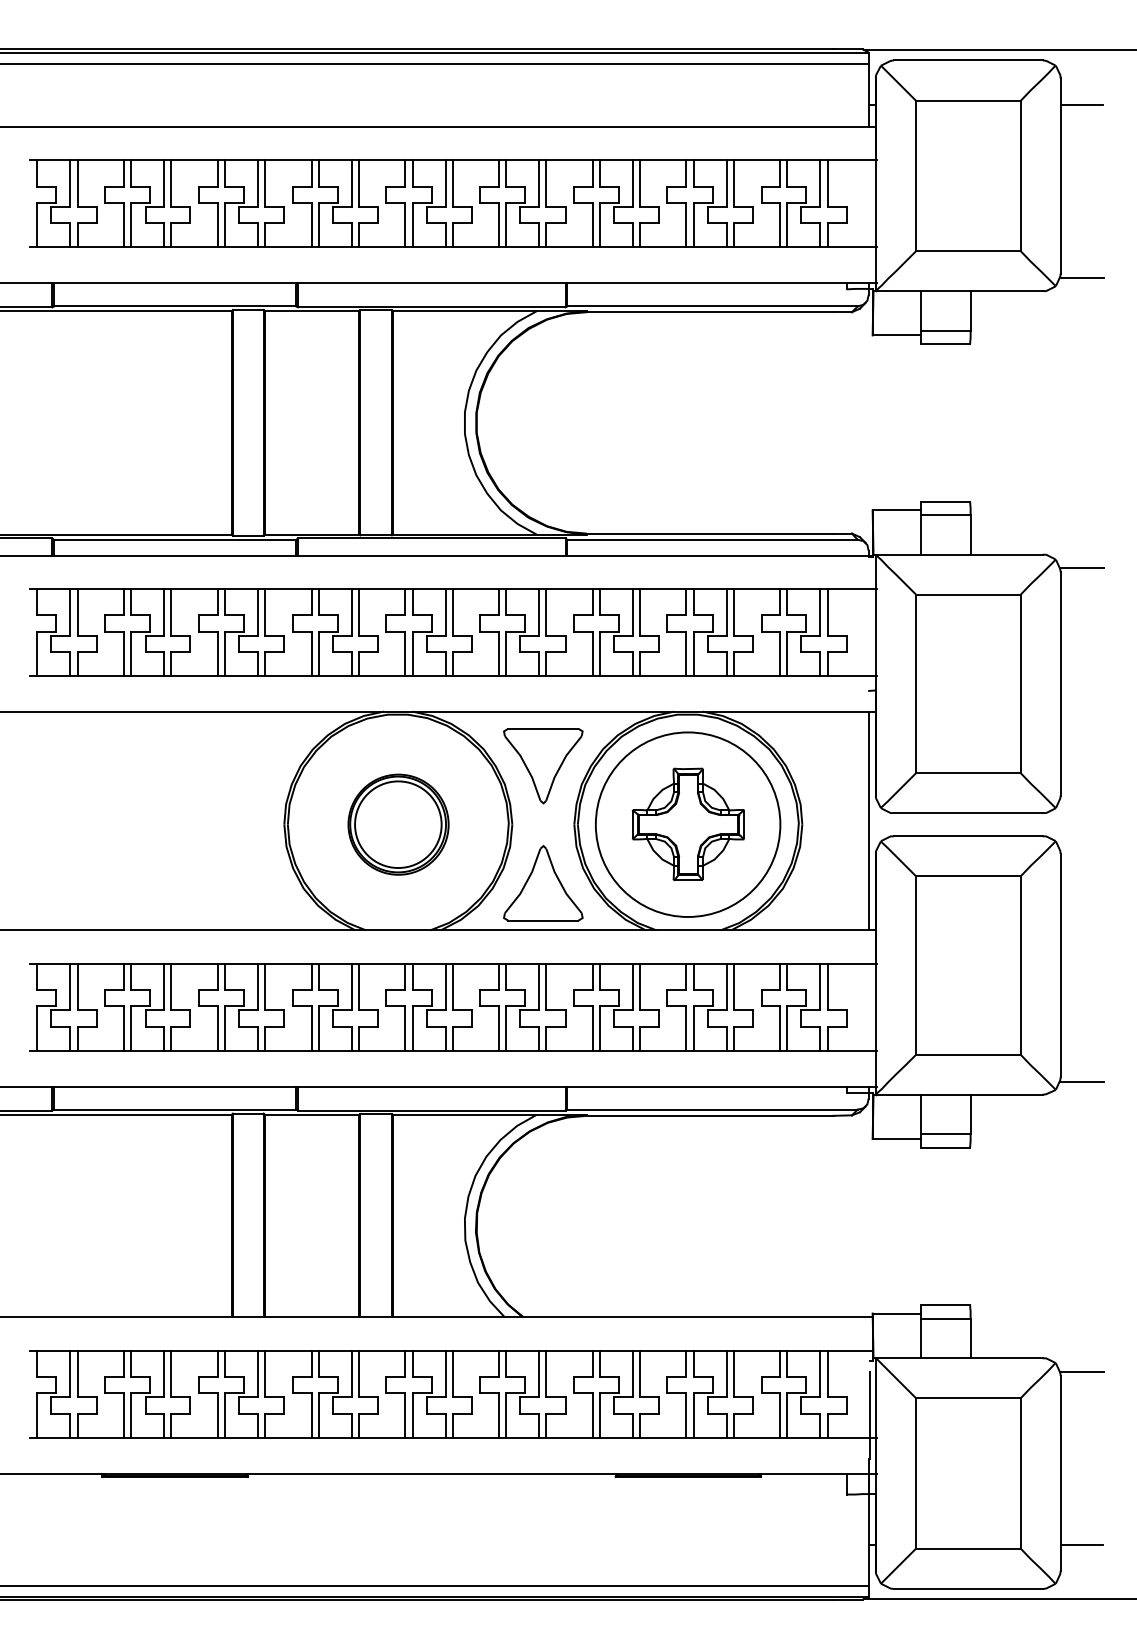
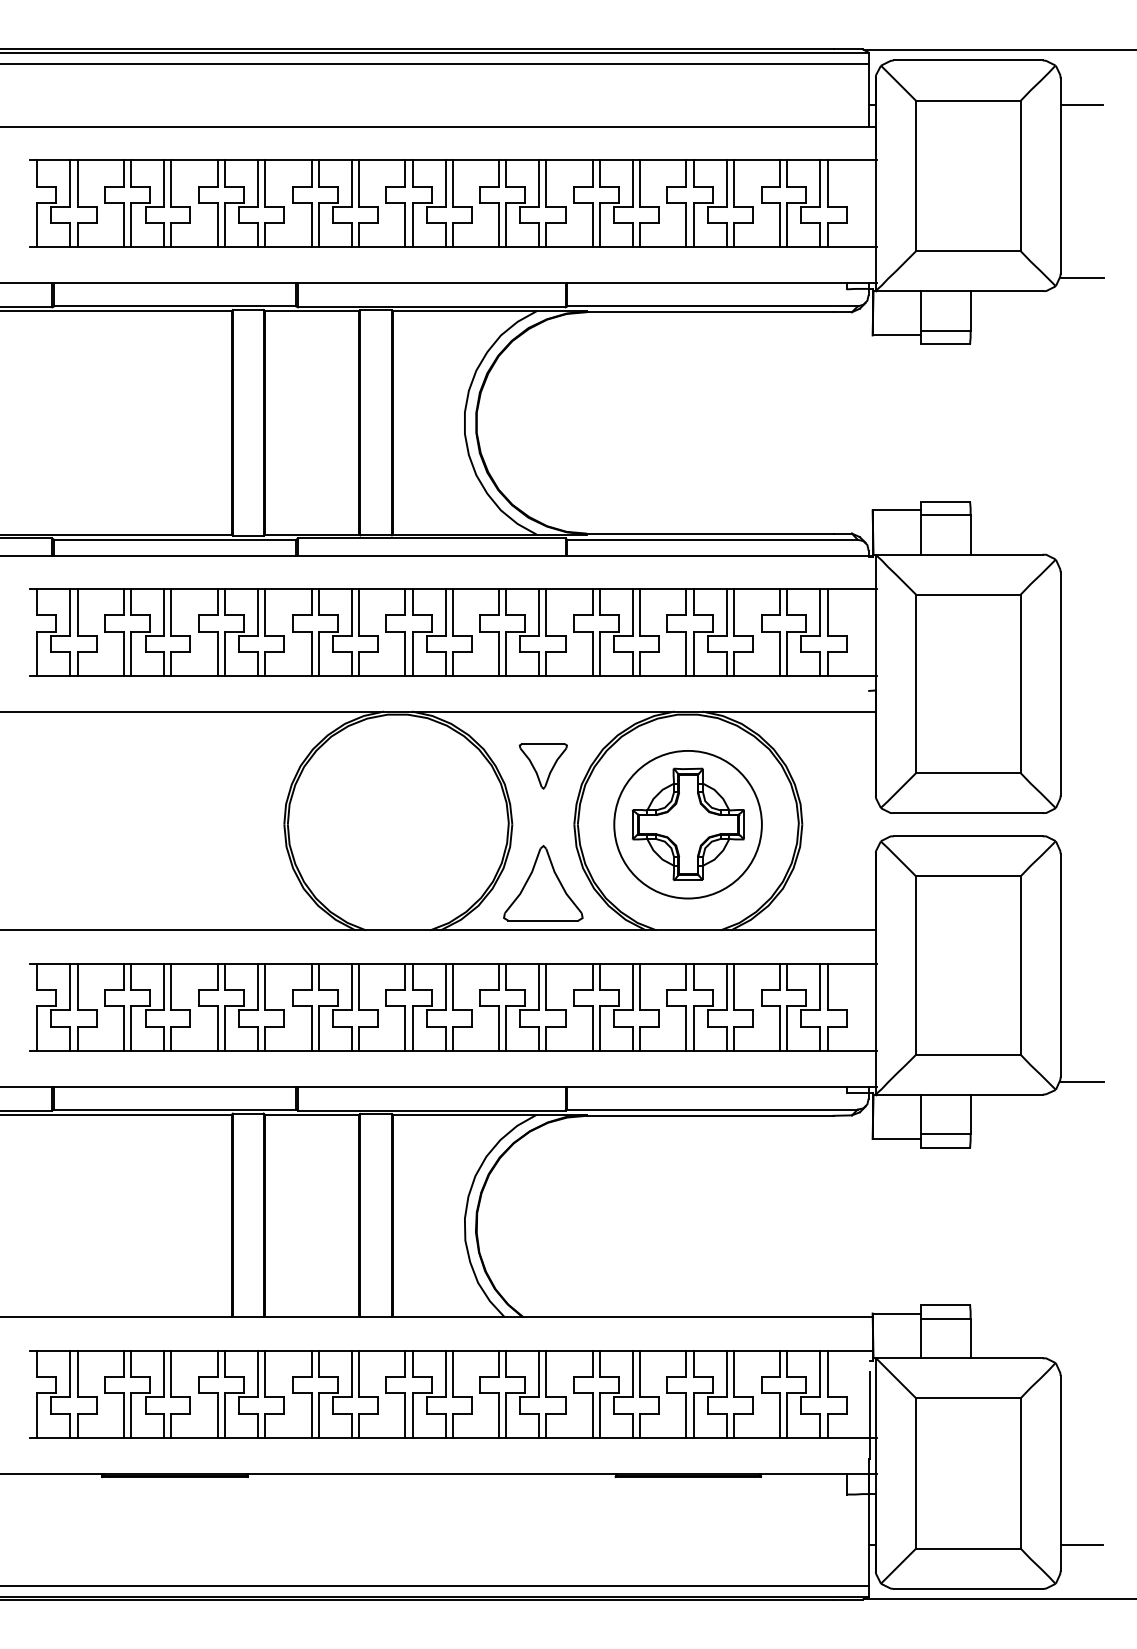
line at (1081, 567): present -> none
part at (543, 766) size: 81x77 px -> 50x47 px
line at (868, 820): present -> none
part at (398, 824): present -> none
circle at (687, 824) diameter: 185 px -> 148 px
line at (1081, 1371): present -> none
